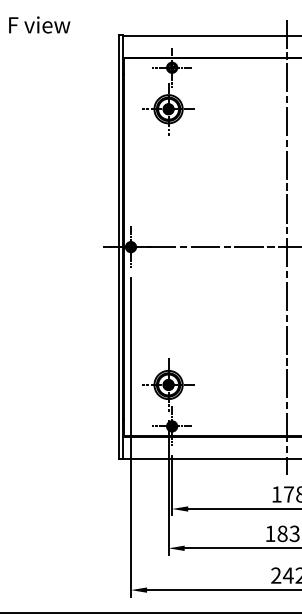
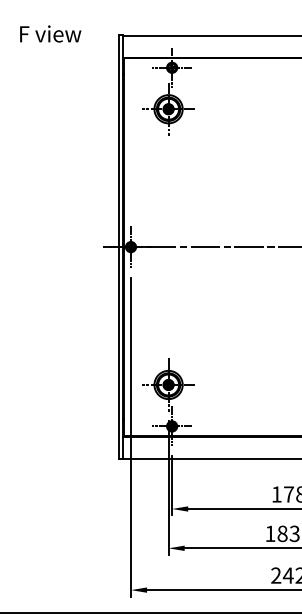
text at (39, 24) position: (39, 24) -> (50, 33)
line at (286, 246): present -> none
